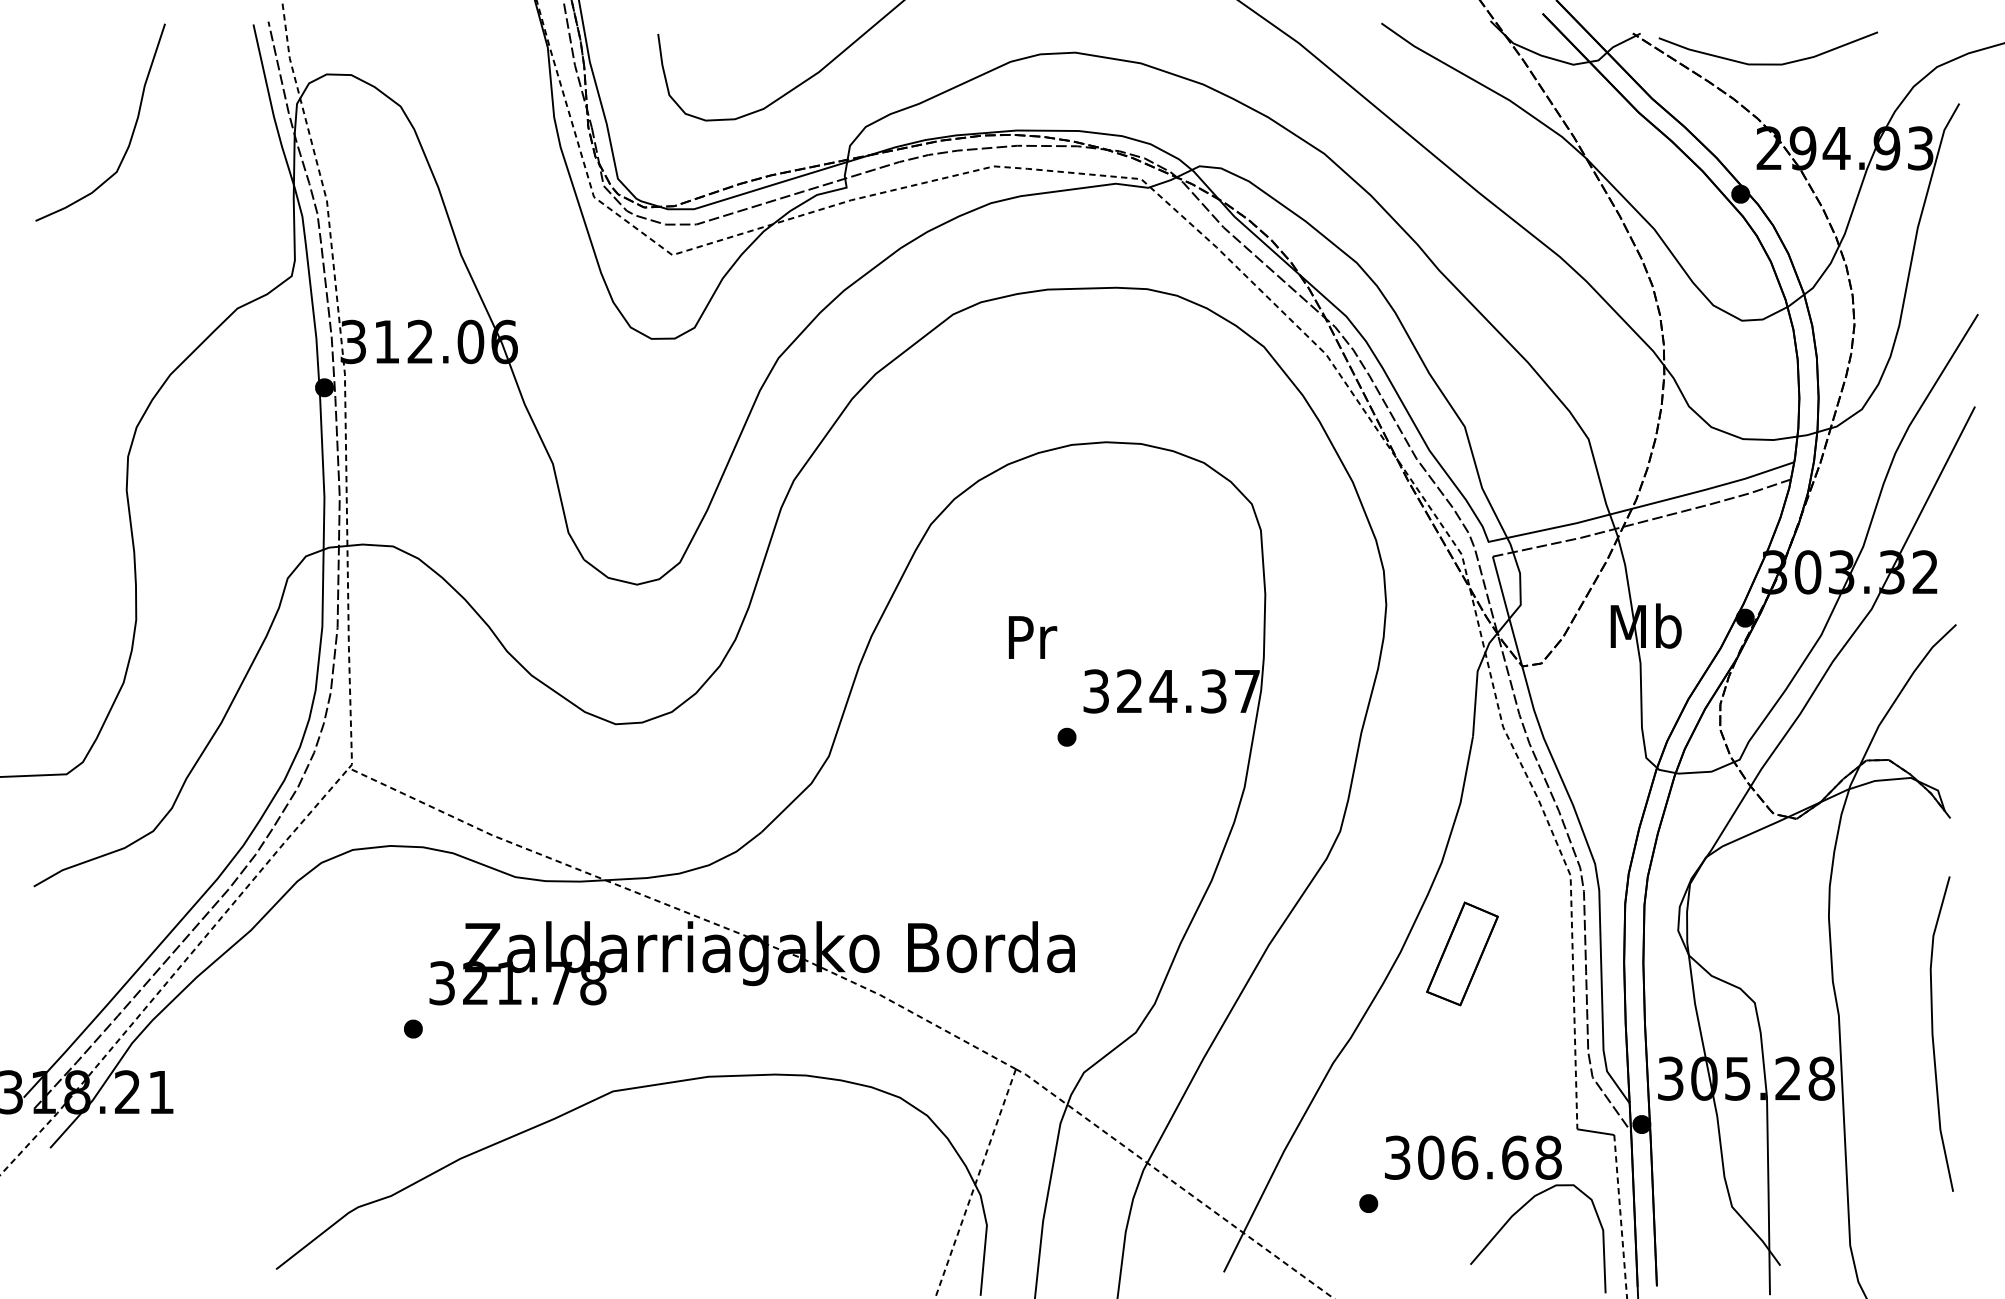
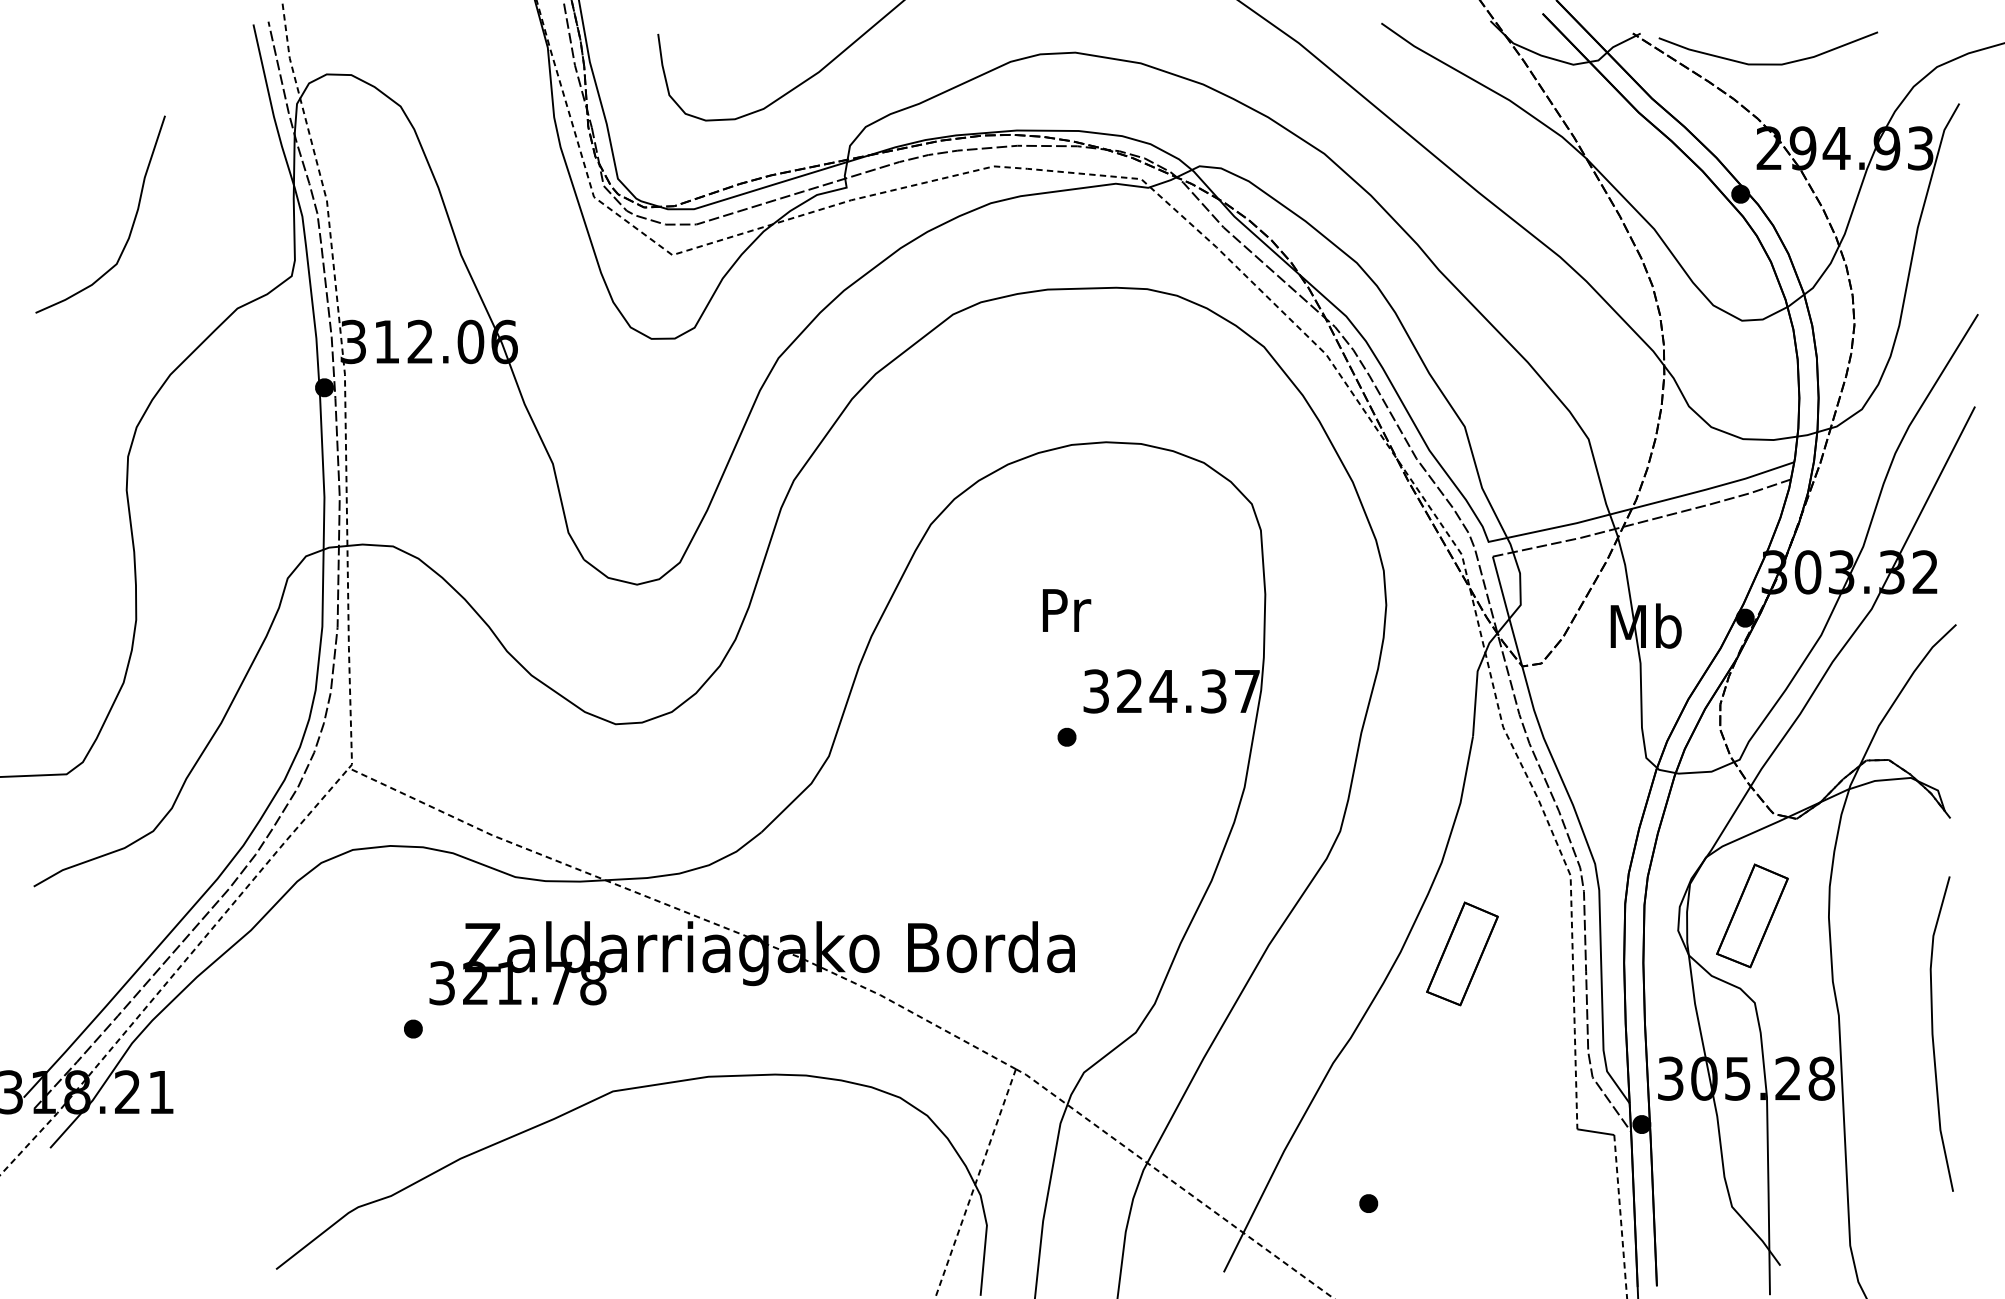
curve at (132, 131) position: (132, 131) -> (132, 223)
text at (1033, 637) position: (1033, 637) -> (1067, 610)
part at (1752, 915): none -> present
part at (1504, 1223): present -> none
